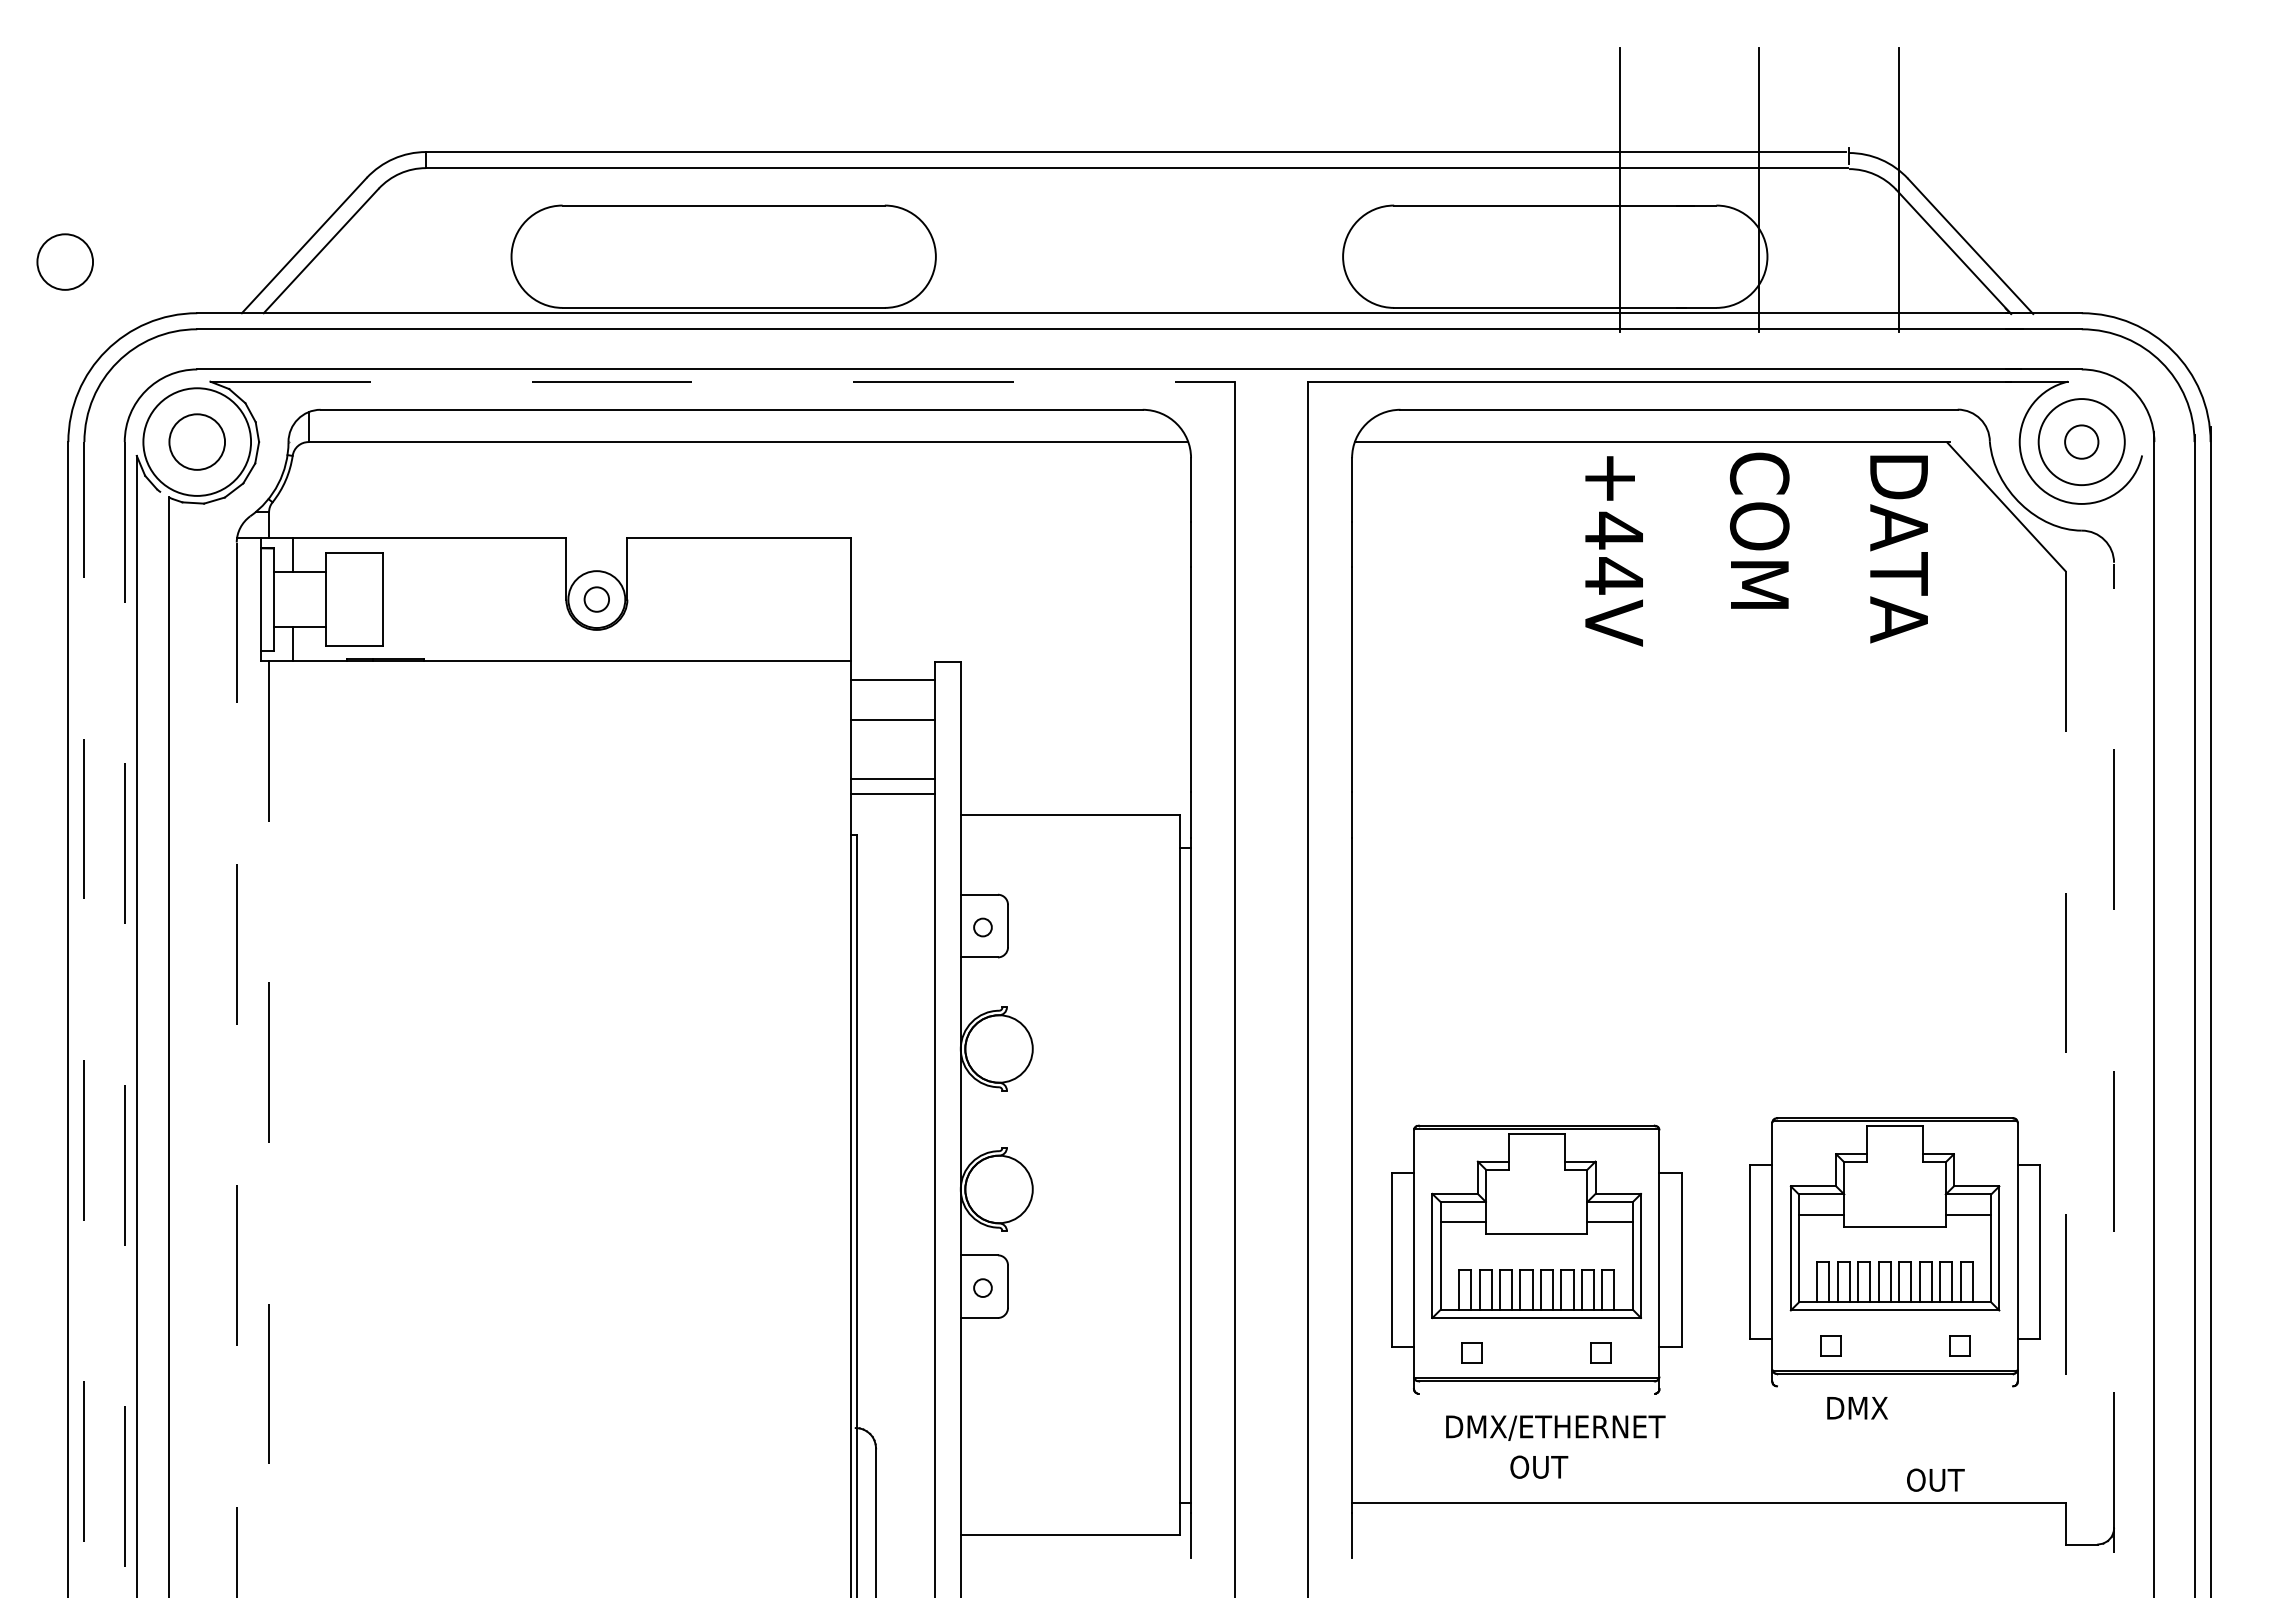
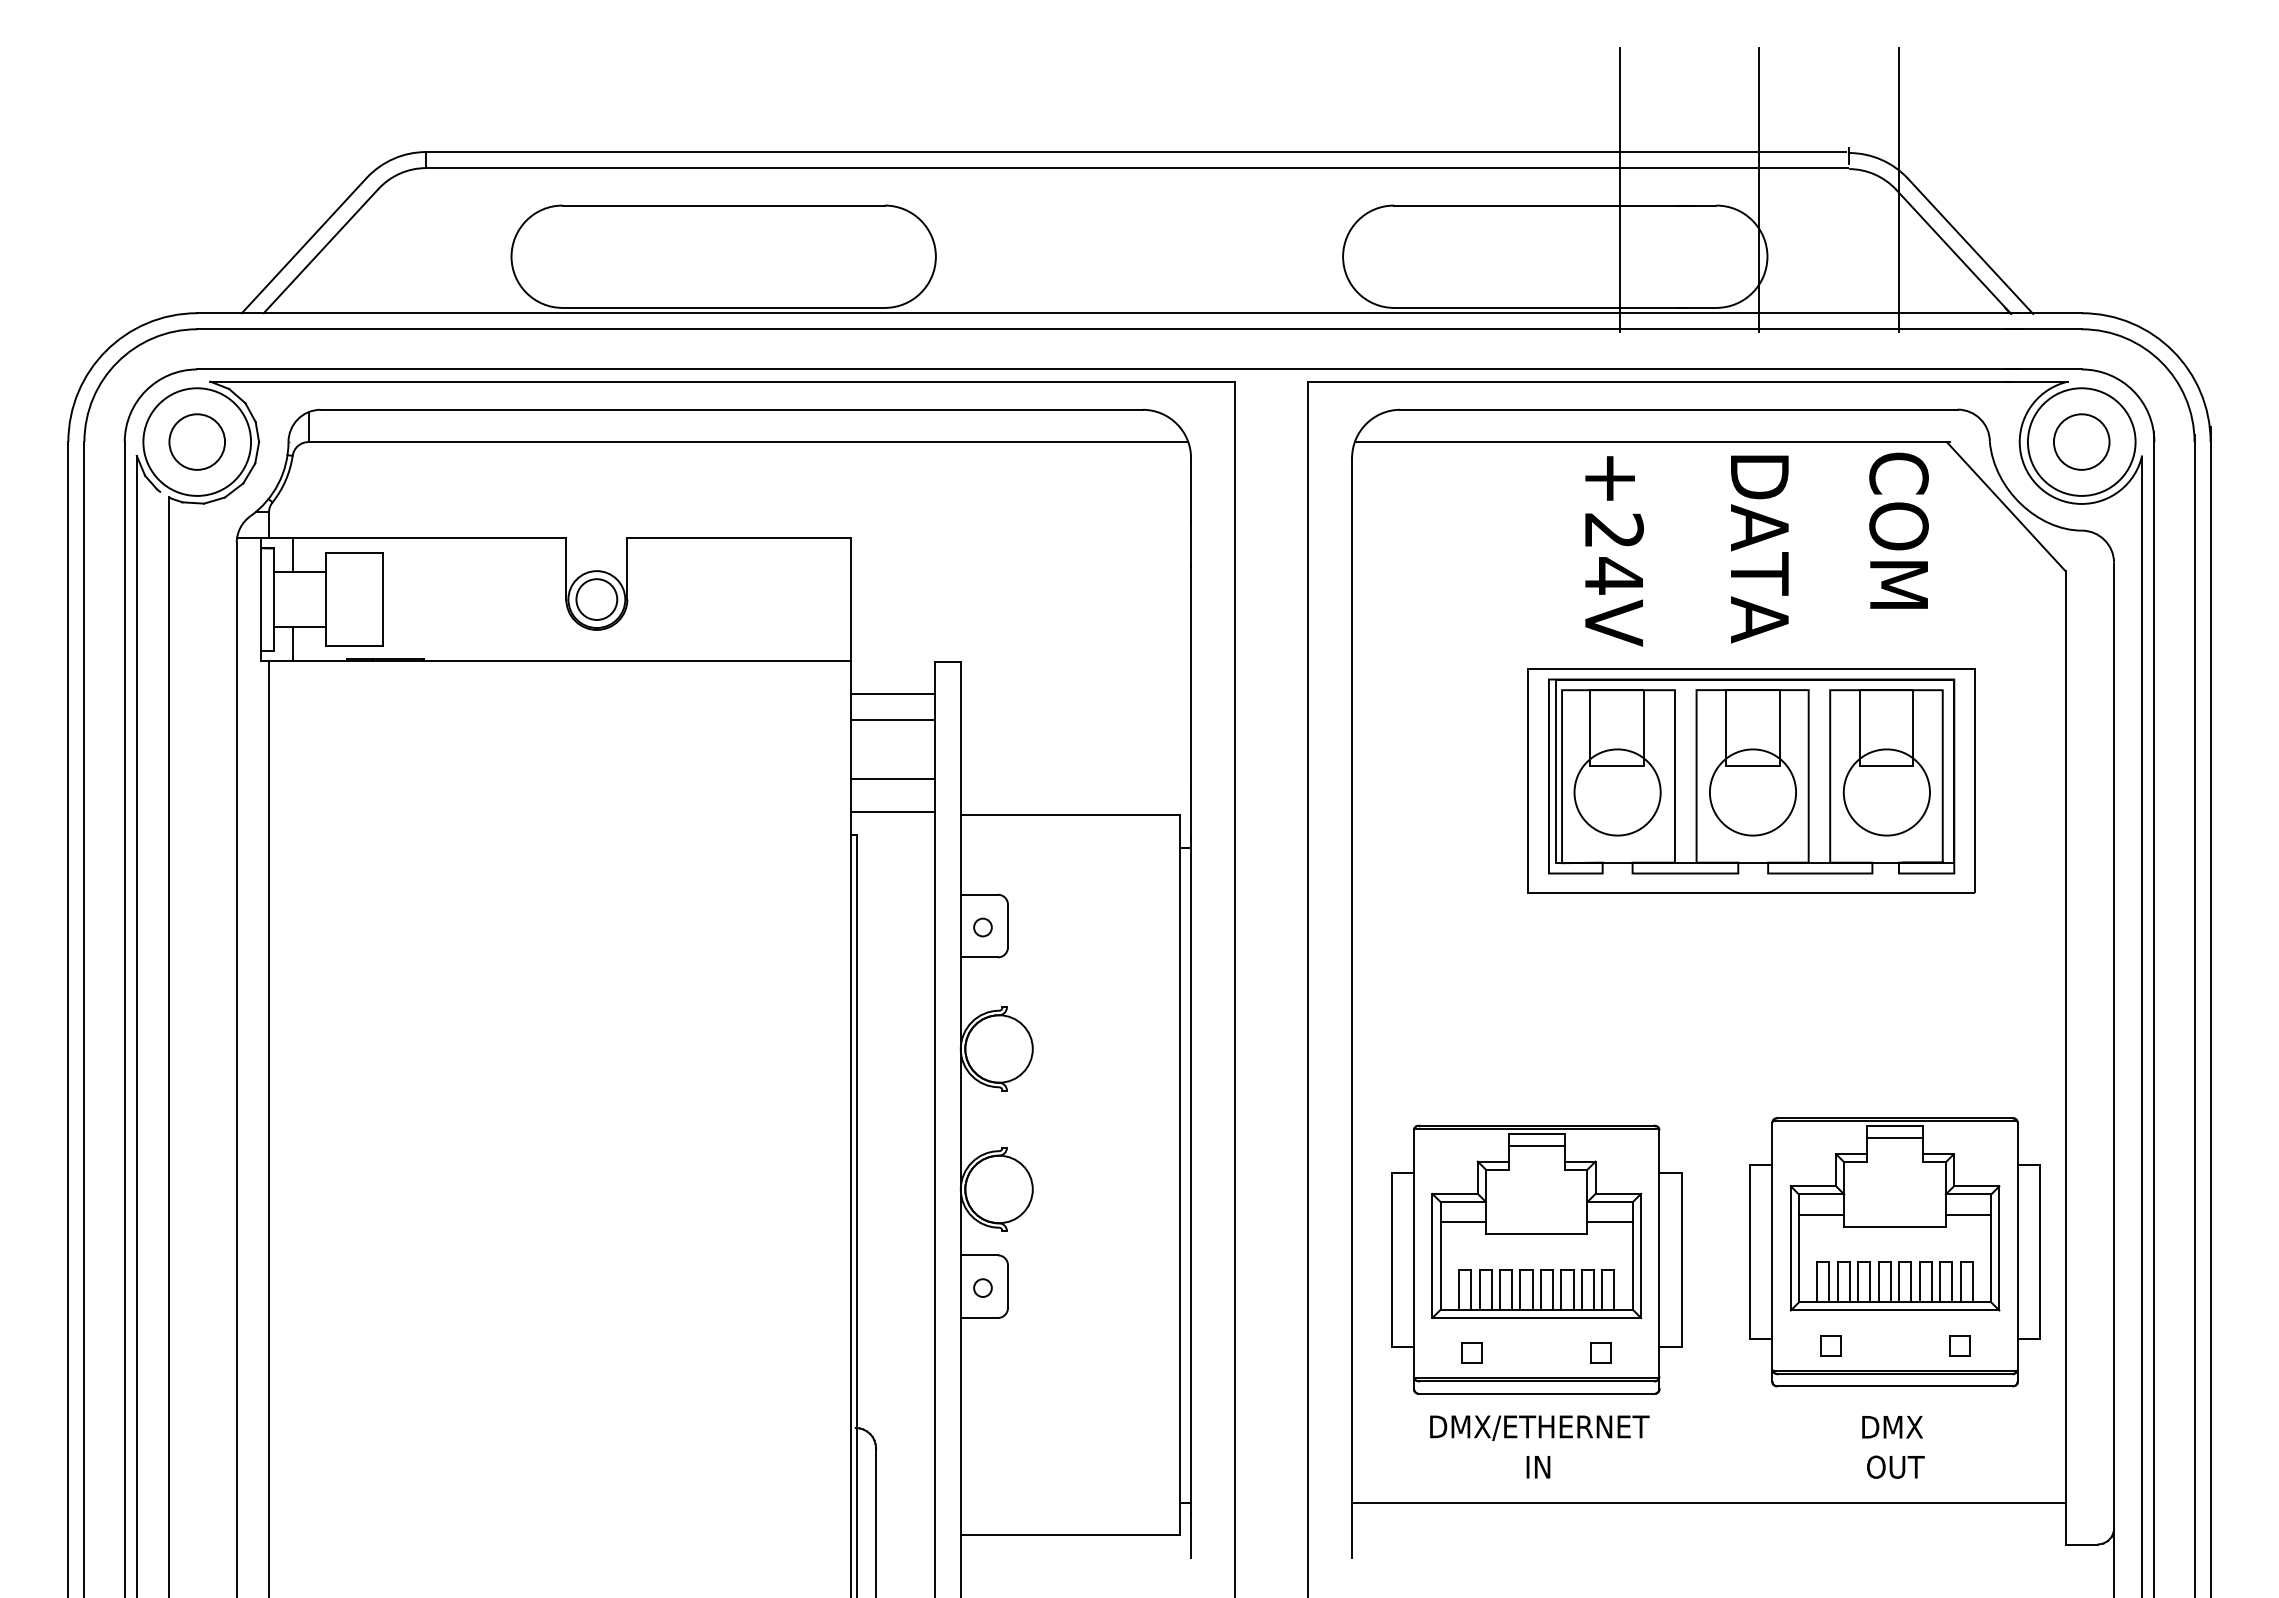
circle at (64, 261): present -> none
line at (722, 381): dashed -> solid
circle at (2081, 441) diameter: 33 px -> 56 px
circle at (2081, 442) diameter: 86 px -> 108 px
text at (1614, 530): +44V -> +24V
text at (1759, 547): COM -> DATA
text at (1898, 547): DATA -> COM
circle at (596, 599) diameter: 24 px -> 41 px
line at (892, 679) position: (892, 679) -> (892, 693)
part at (1751, 780): none -> present
line at (892, 793) position: (892, 793) -> (892, 811)
line at (84, 1019): dashed -> solid
line at (124, 1019): dashed -> solid
line at (2142, 1026): none -> present
line at (2065, 1036): dashed -> solid
line at (236, 1070): dashed -> solid
line at (2114, 1080): dashed -> solid
line at (269, 1129): dashed -> solid
line at (1894, 1138): none -> present
line at (1536, 1145): none -> present
line at (1894, 1386): none -> present
line at (1536, 1393): none -> present
text at (1857, 1408) position: (1857, 1408) -> (1892, 1427)
text at (1555, 1427) position: (1555, 1427) -> (1539, 1427)
text at (1539, 1466): OUT -> IN
text at (1935, 1479) position: (1935, 1479) -> (1895, 1466)
